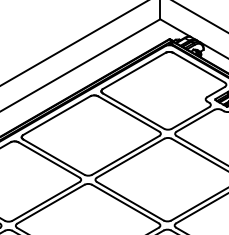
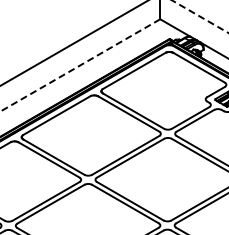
line at (200, 16): solid -> dashed
line at (79, 65): solid -> dashed
